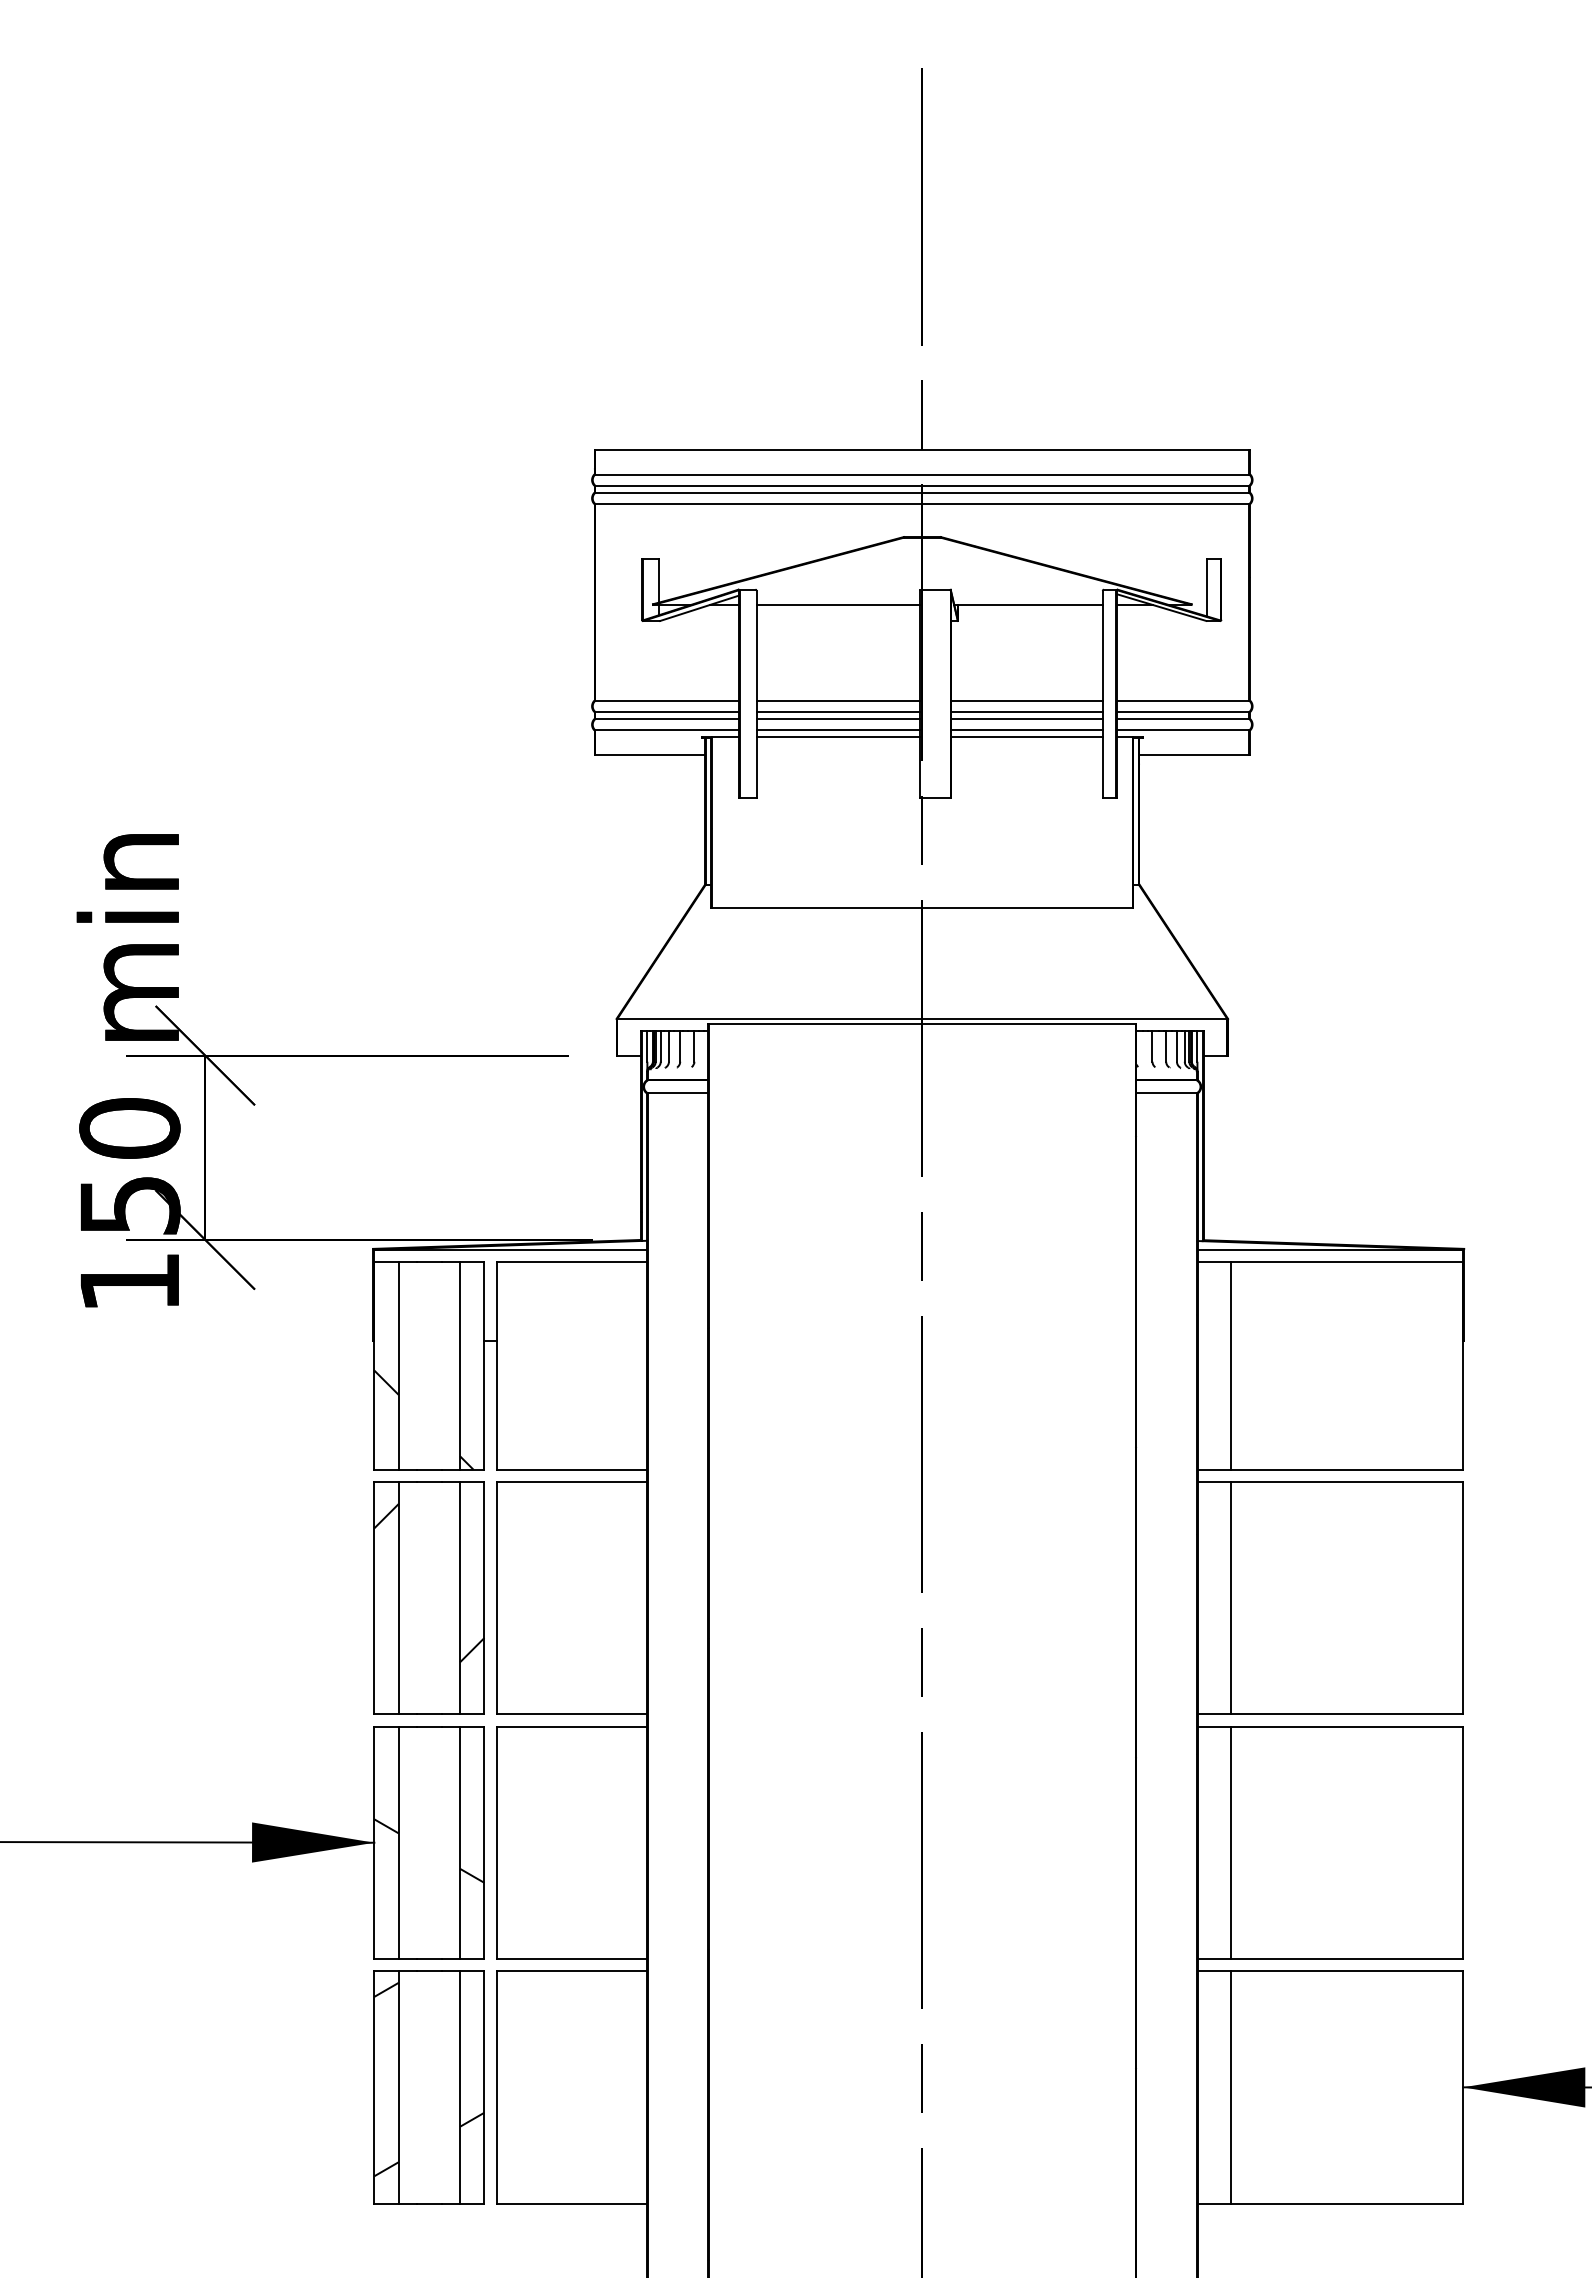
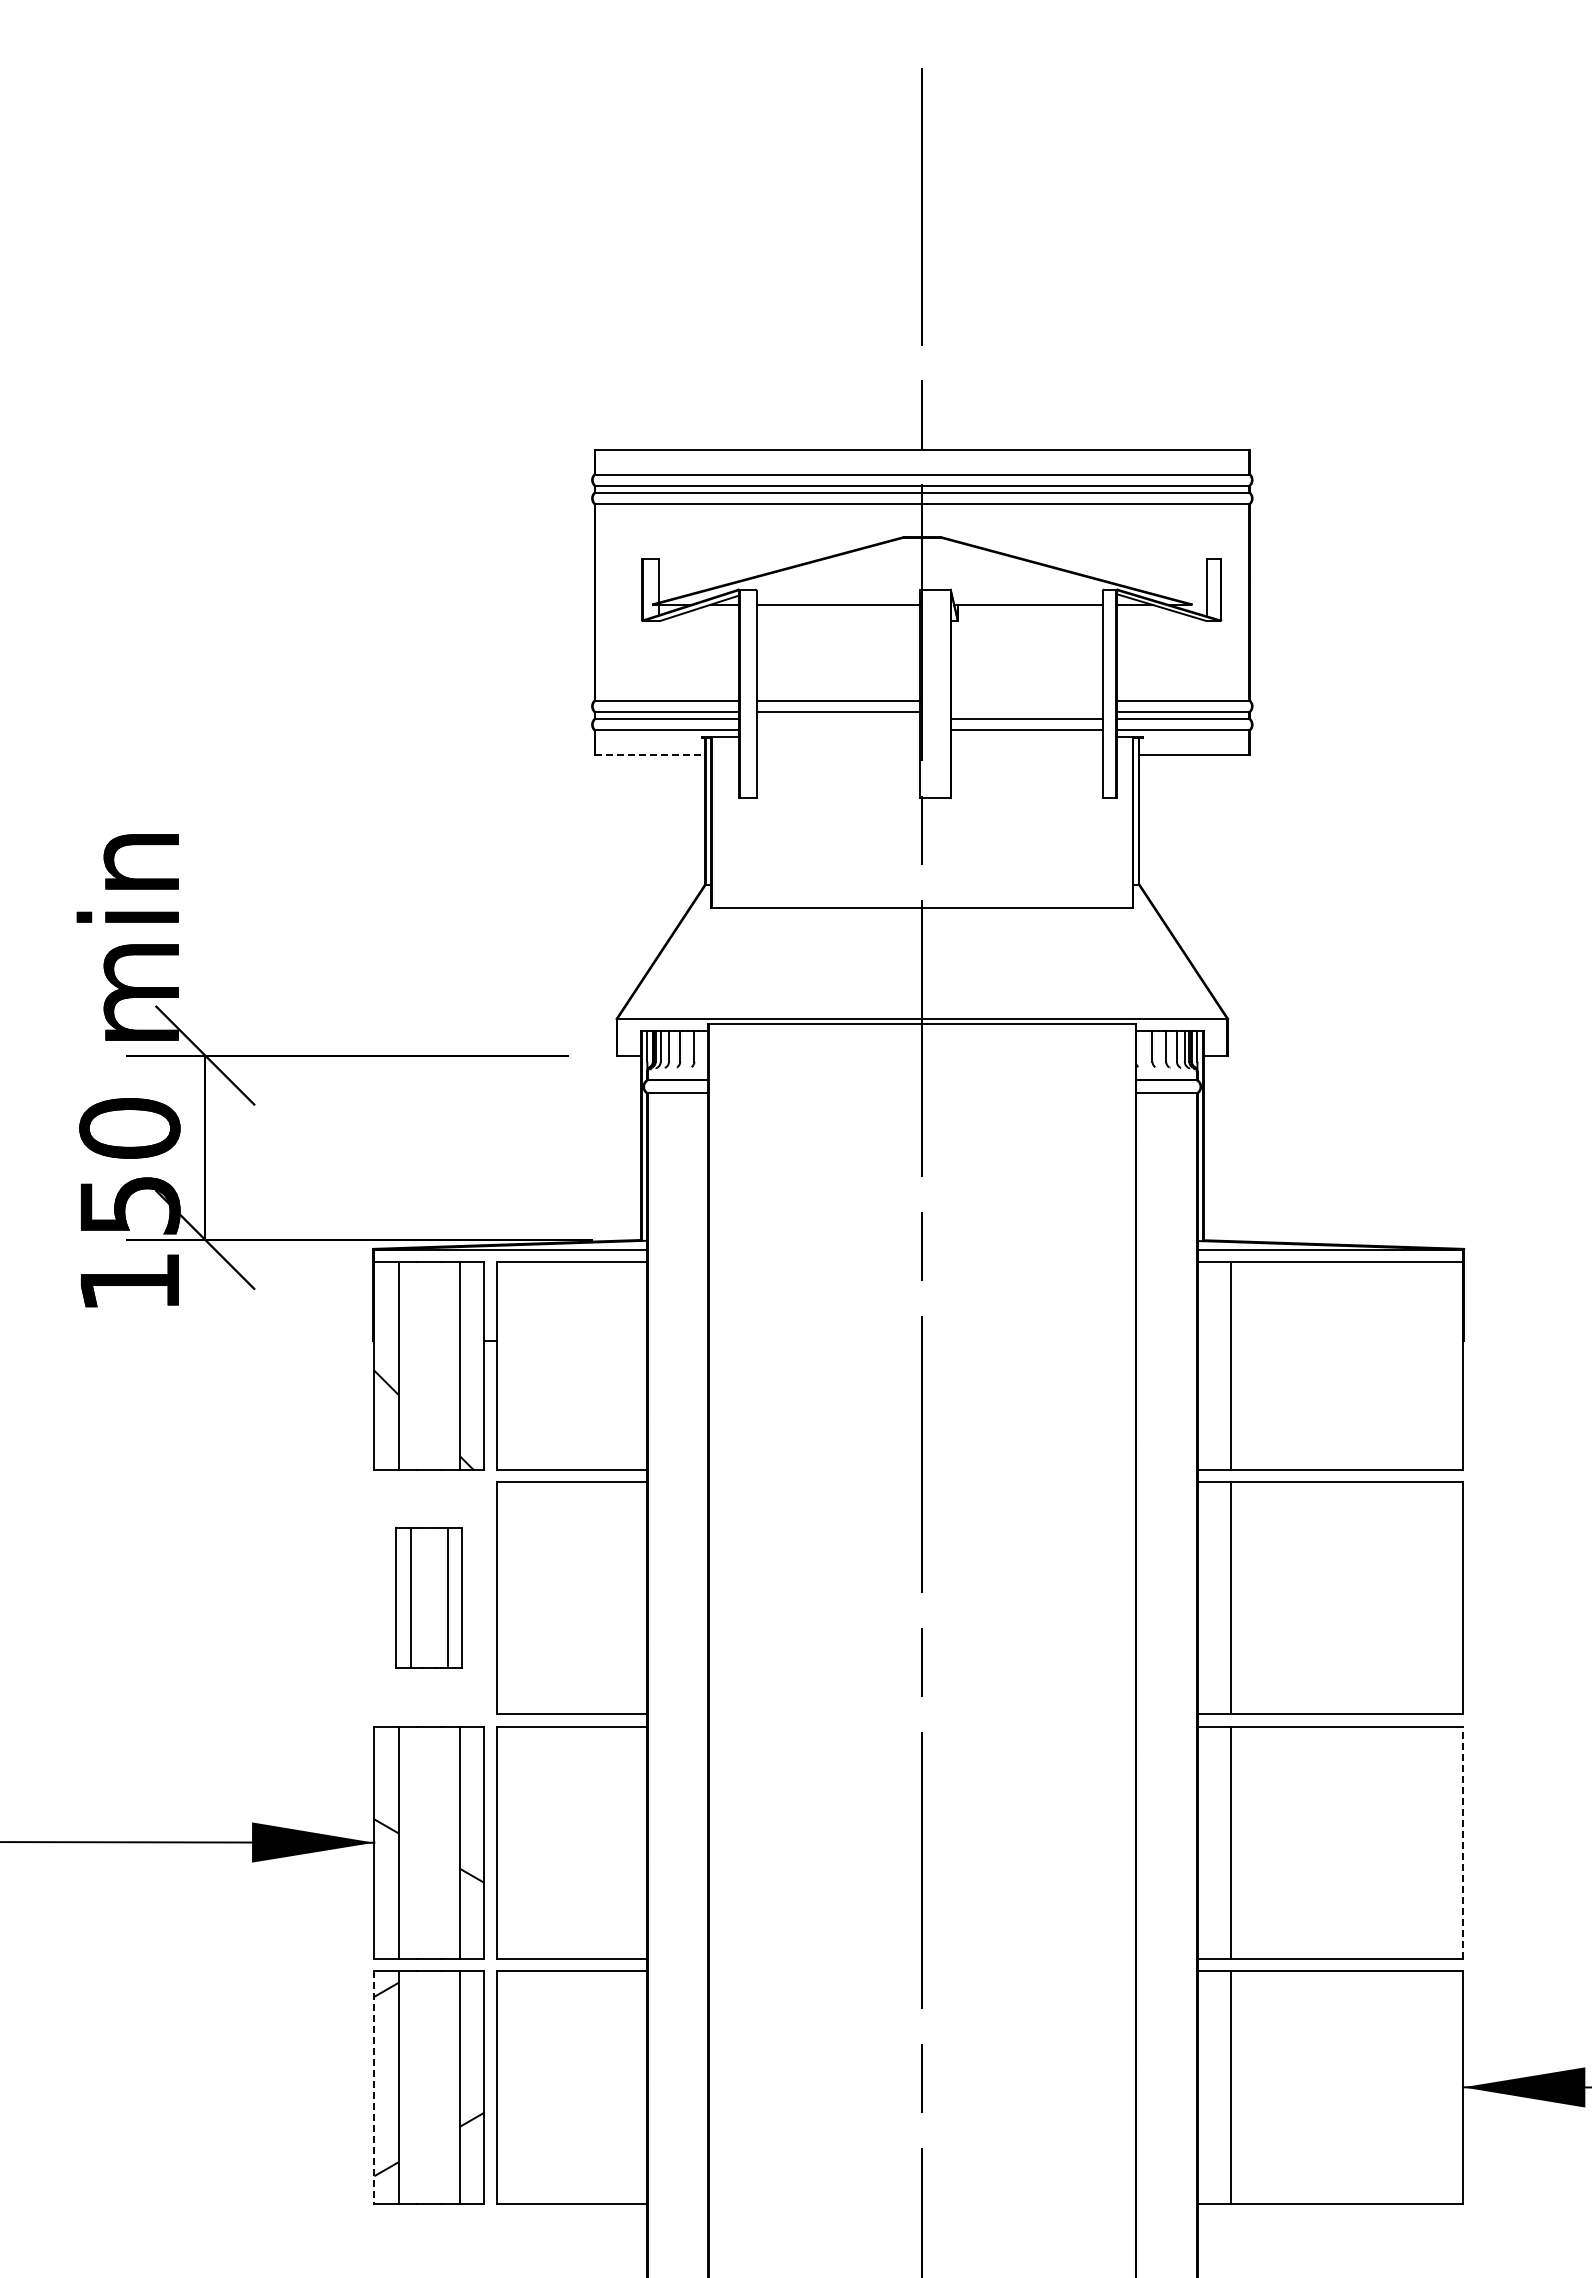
line at (1026, 700): present -> none
line at (1026, 711): present -> none
line at (838, 719): present -> none
line at (838, 730): present -> none
line at (838, 736): present -> none
line at (1026, 736): present -> none
line at (650, 755): solid -> dashed
part at (428, 1597) size: 112x234 px -> 68x142 px
line at (1462, 1842): solid -> dashed
line at (374, 2087): solid -> dashed
